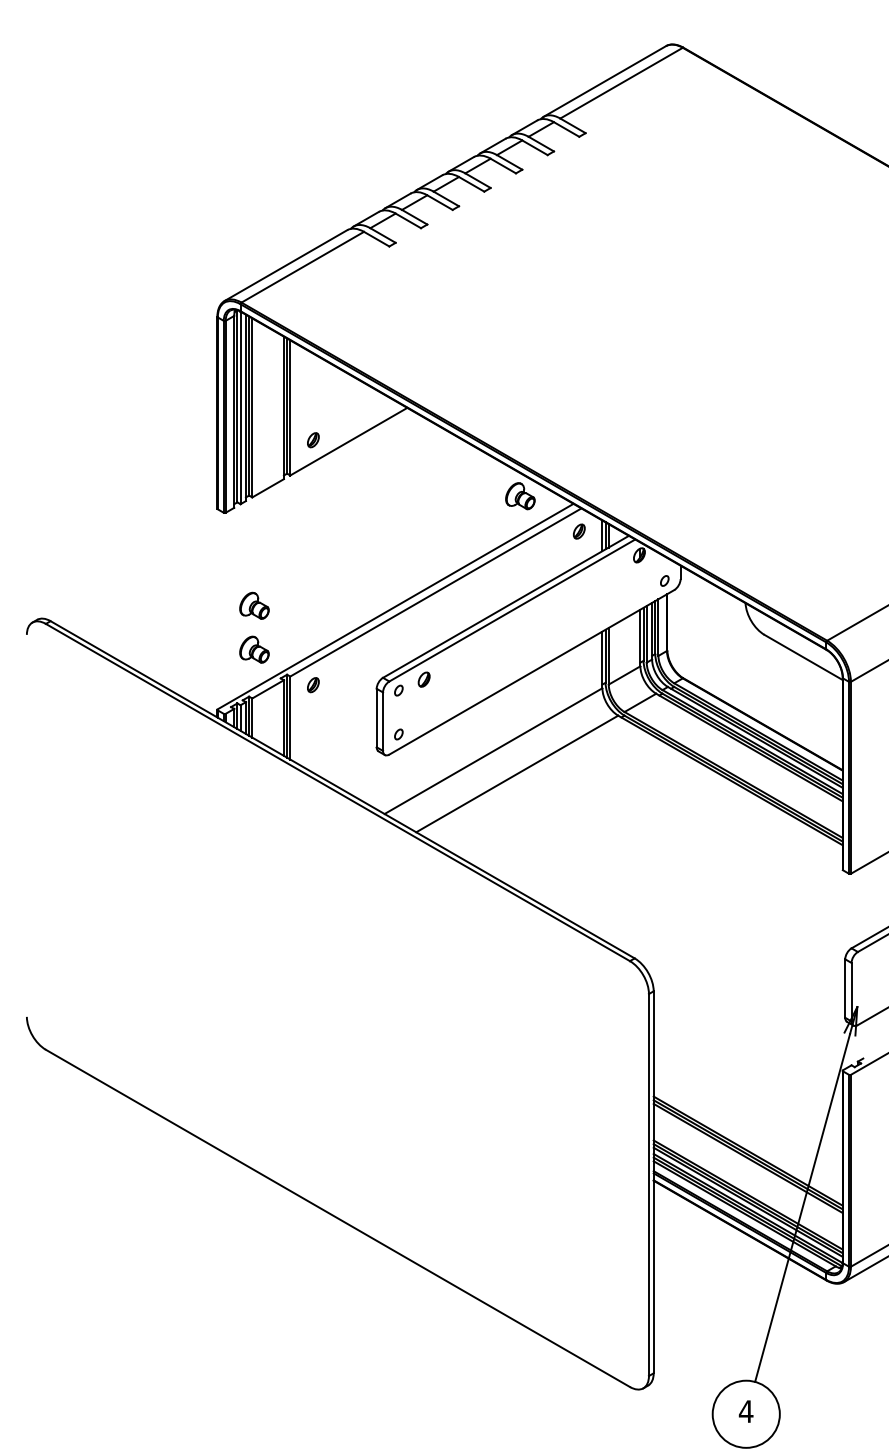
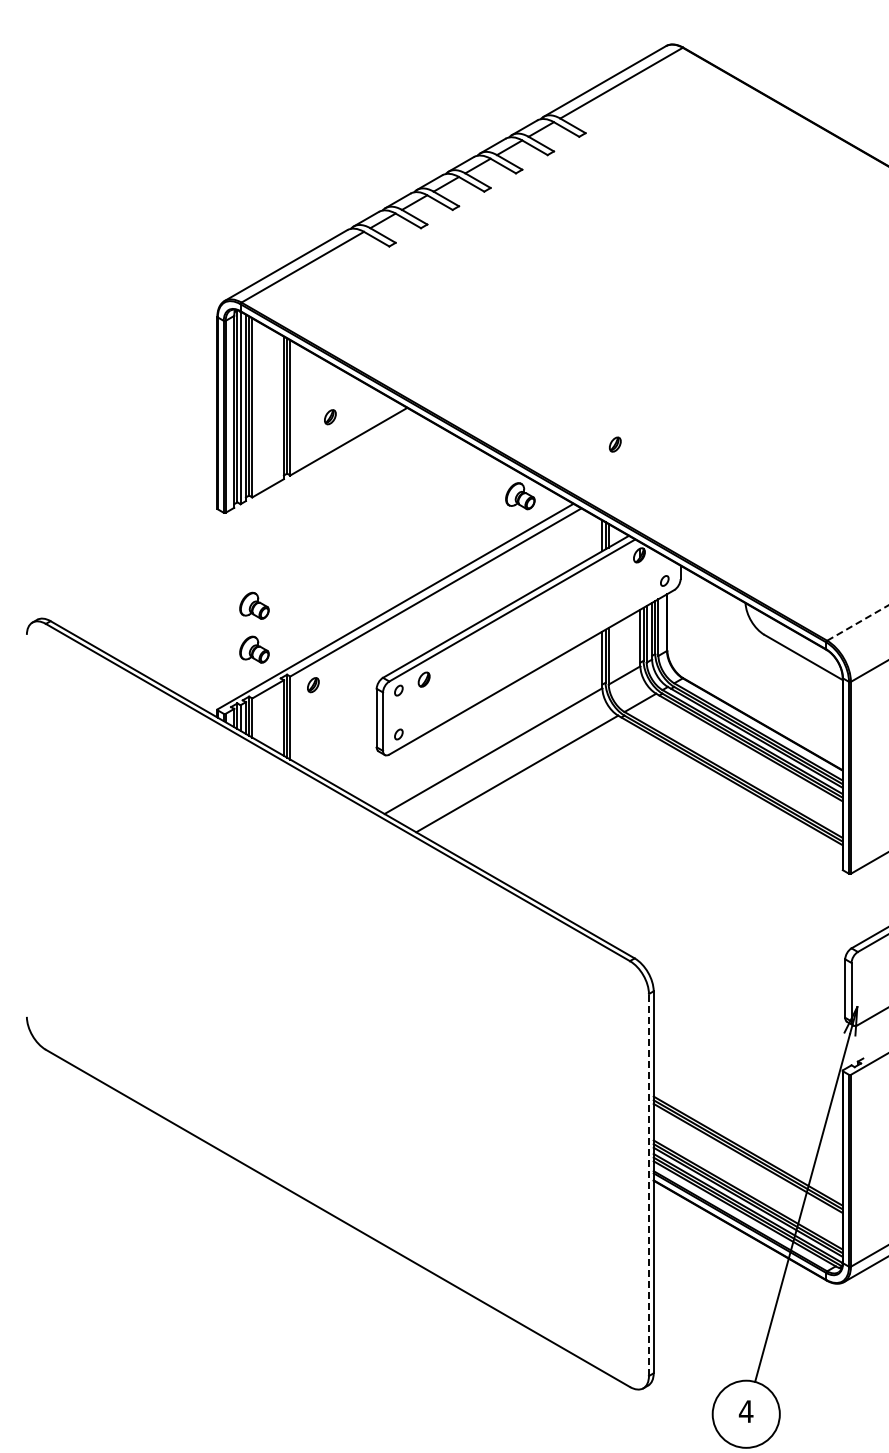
part at (313, 440) position: (313, 440) -> (330, 417)
part at (579, 531) position: (579, 531) -> (615, 444)
line at (858, 622): solid -> dashed
line at (648, 1185): solid -> dashed
